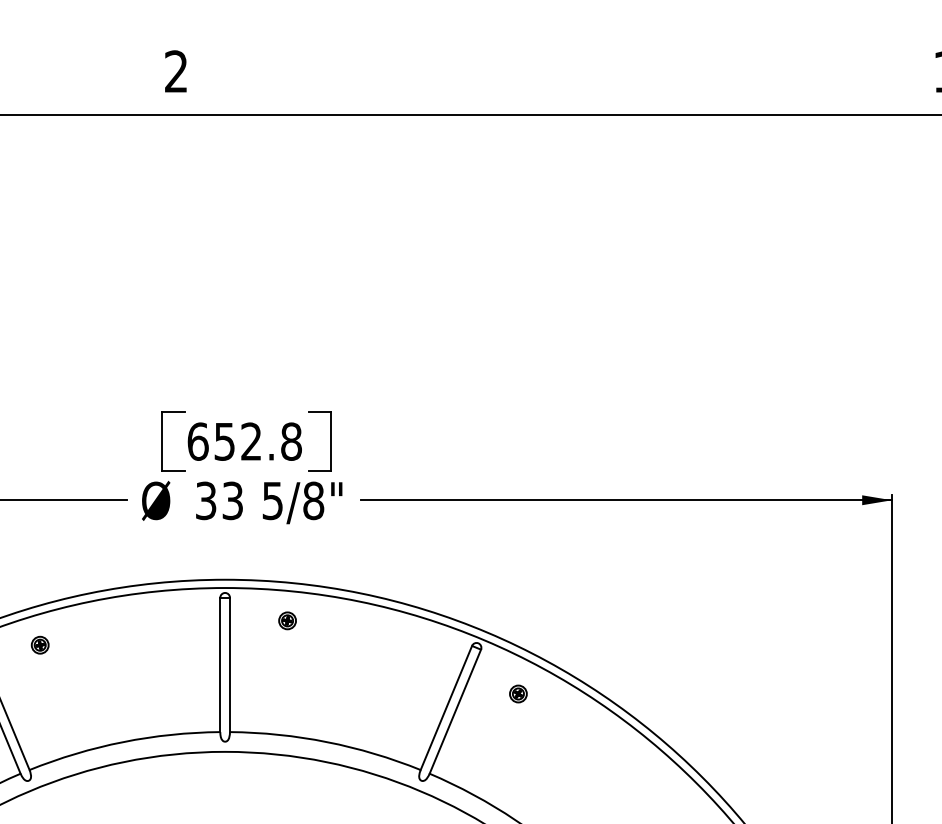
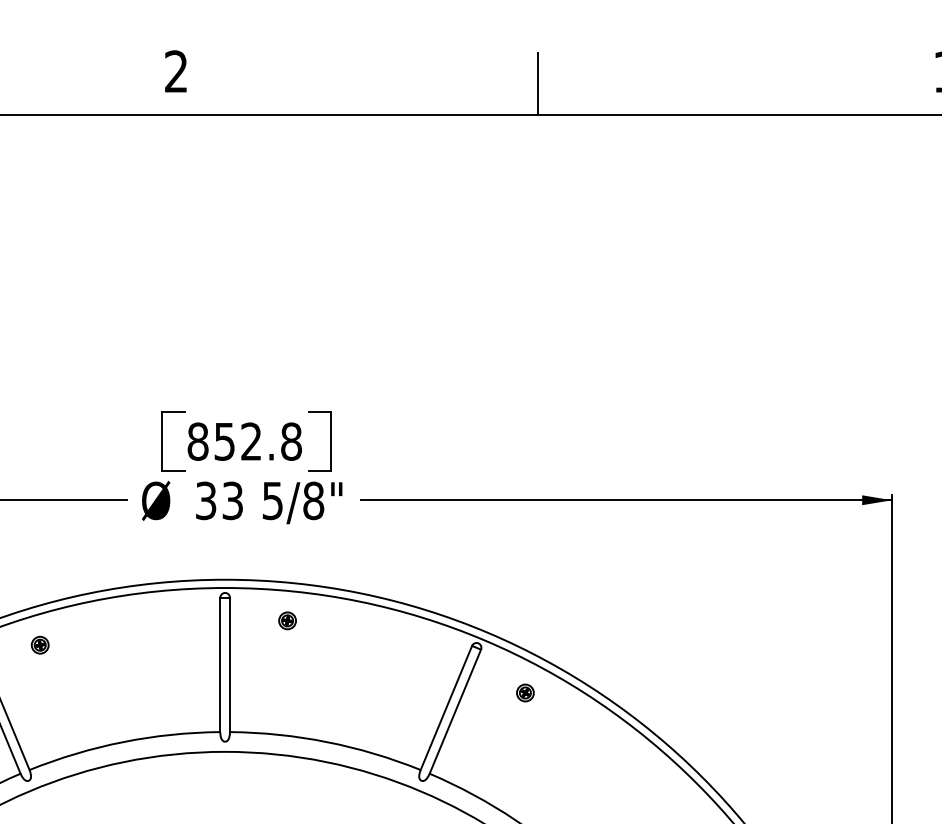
line at (538, 83): none -> present
text at (197, 441): 652.8 -> 852.8
part at (518, 693) position: (518, 693) -> (525, 692)
